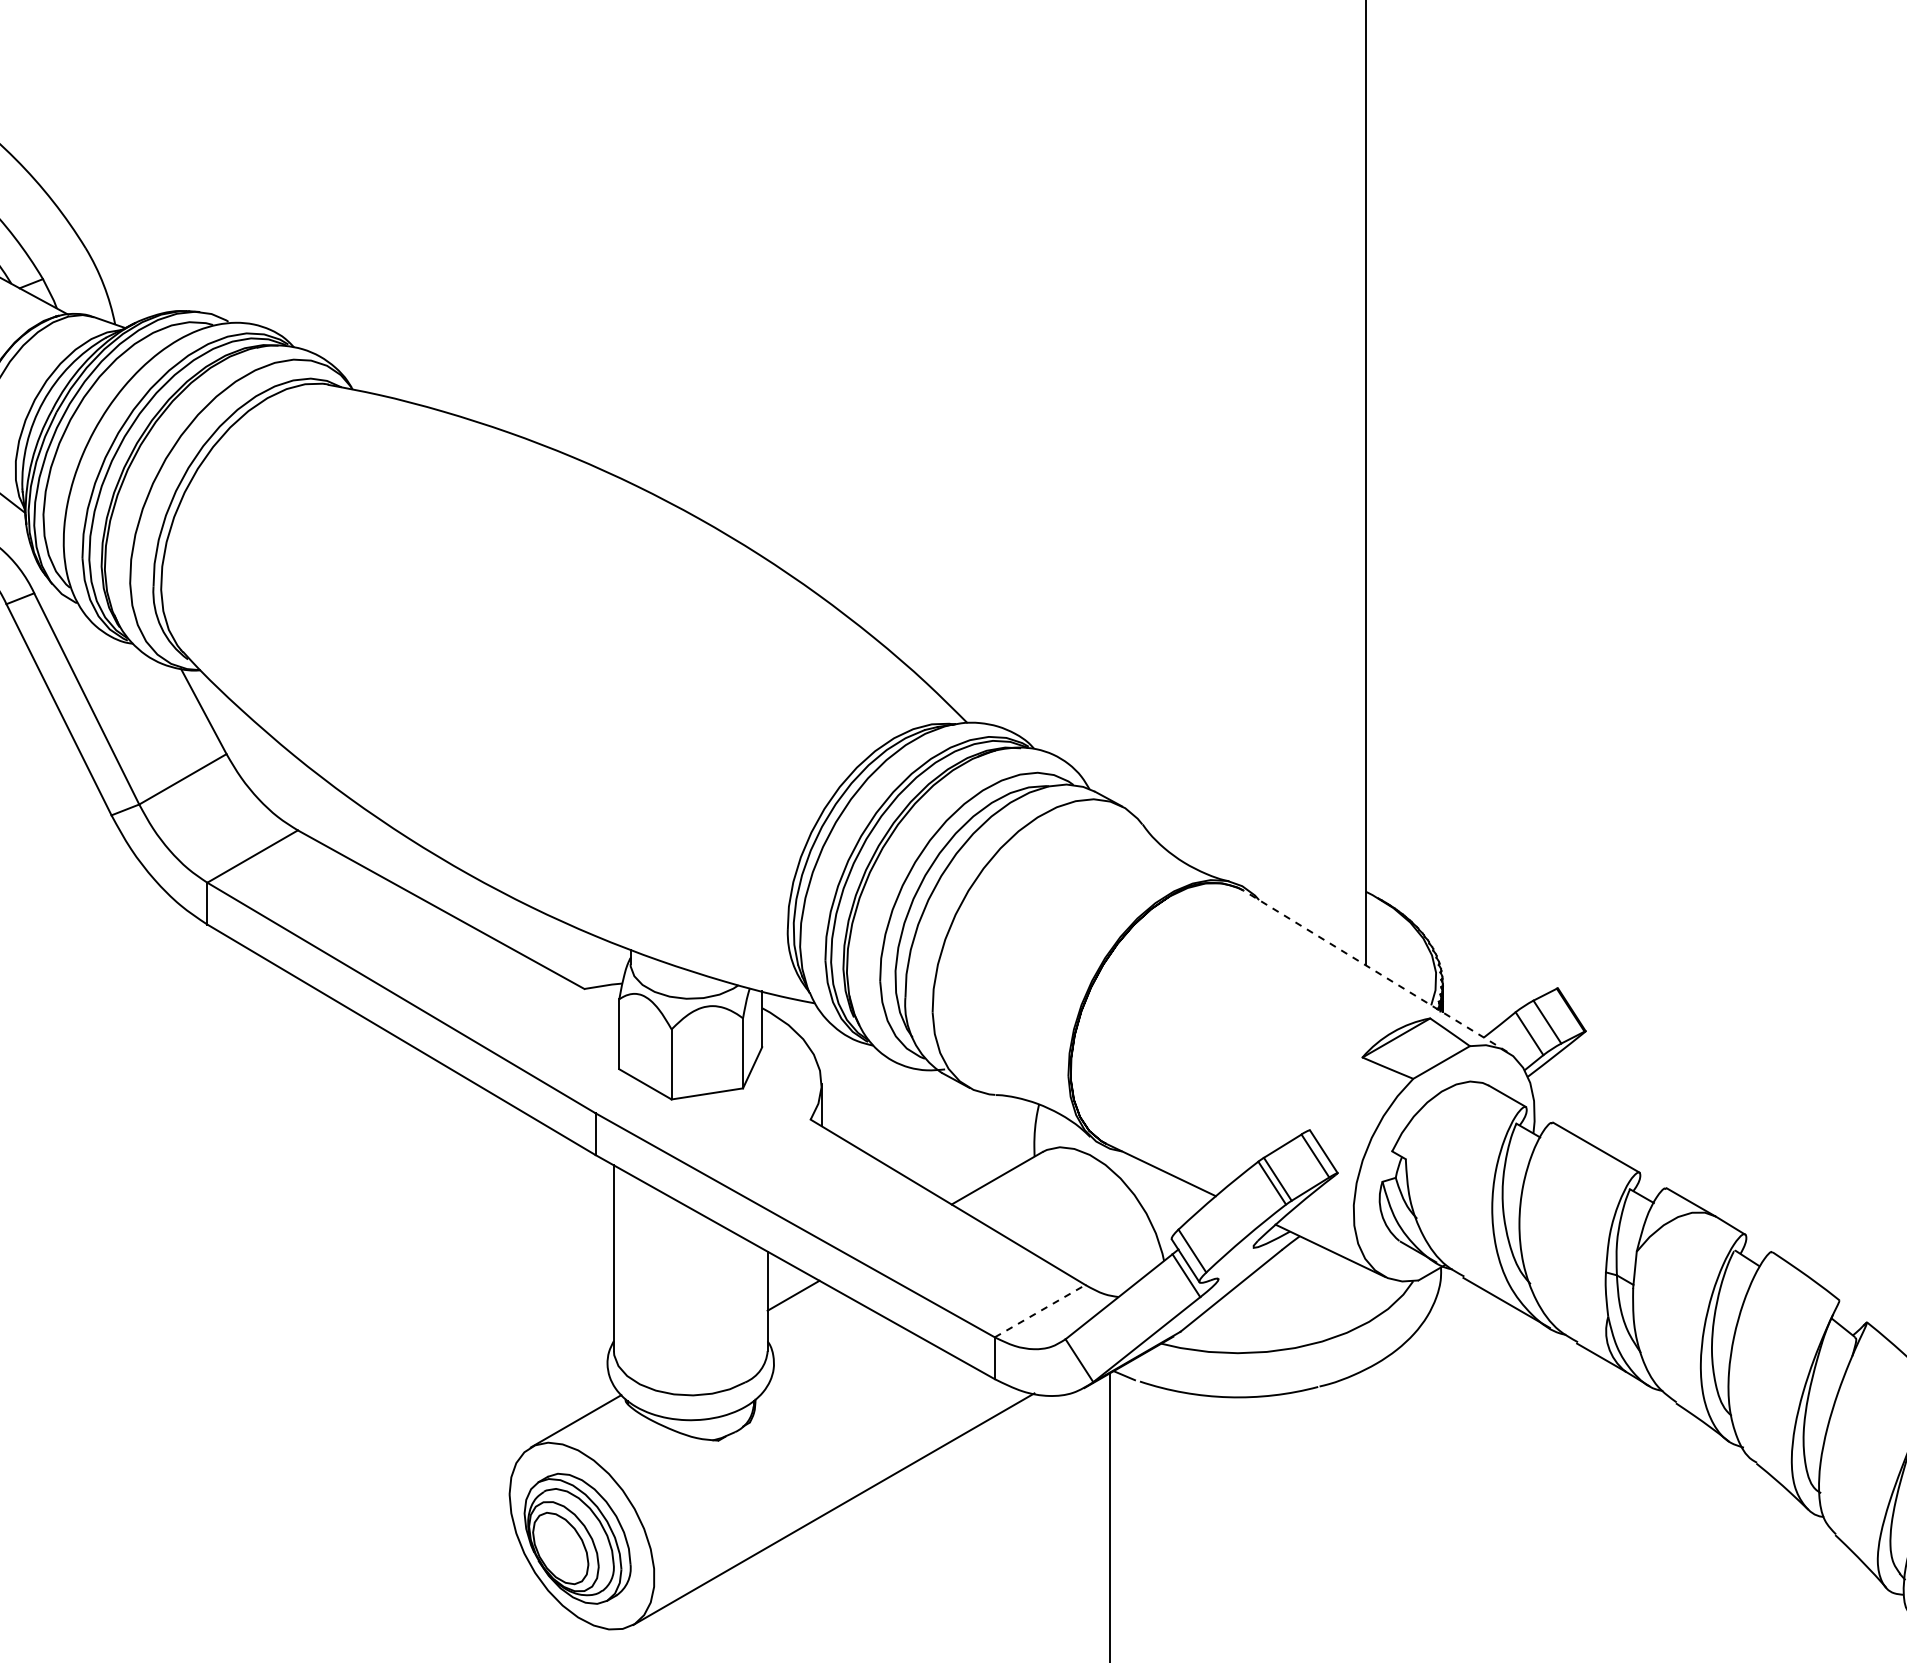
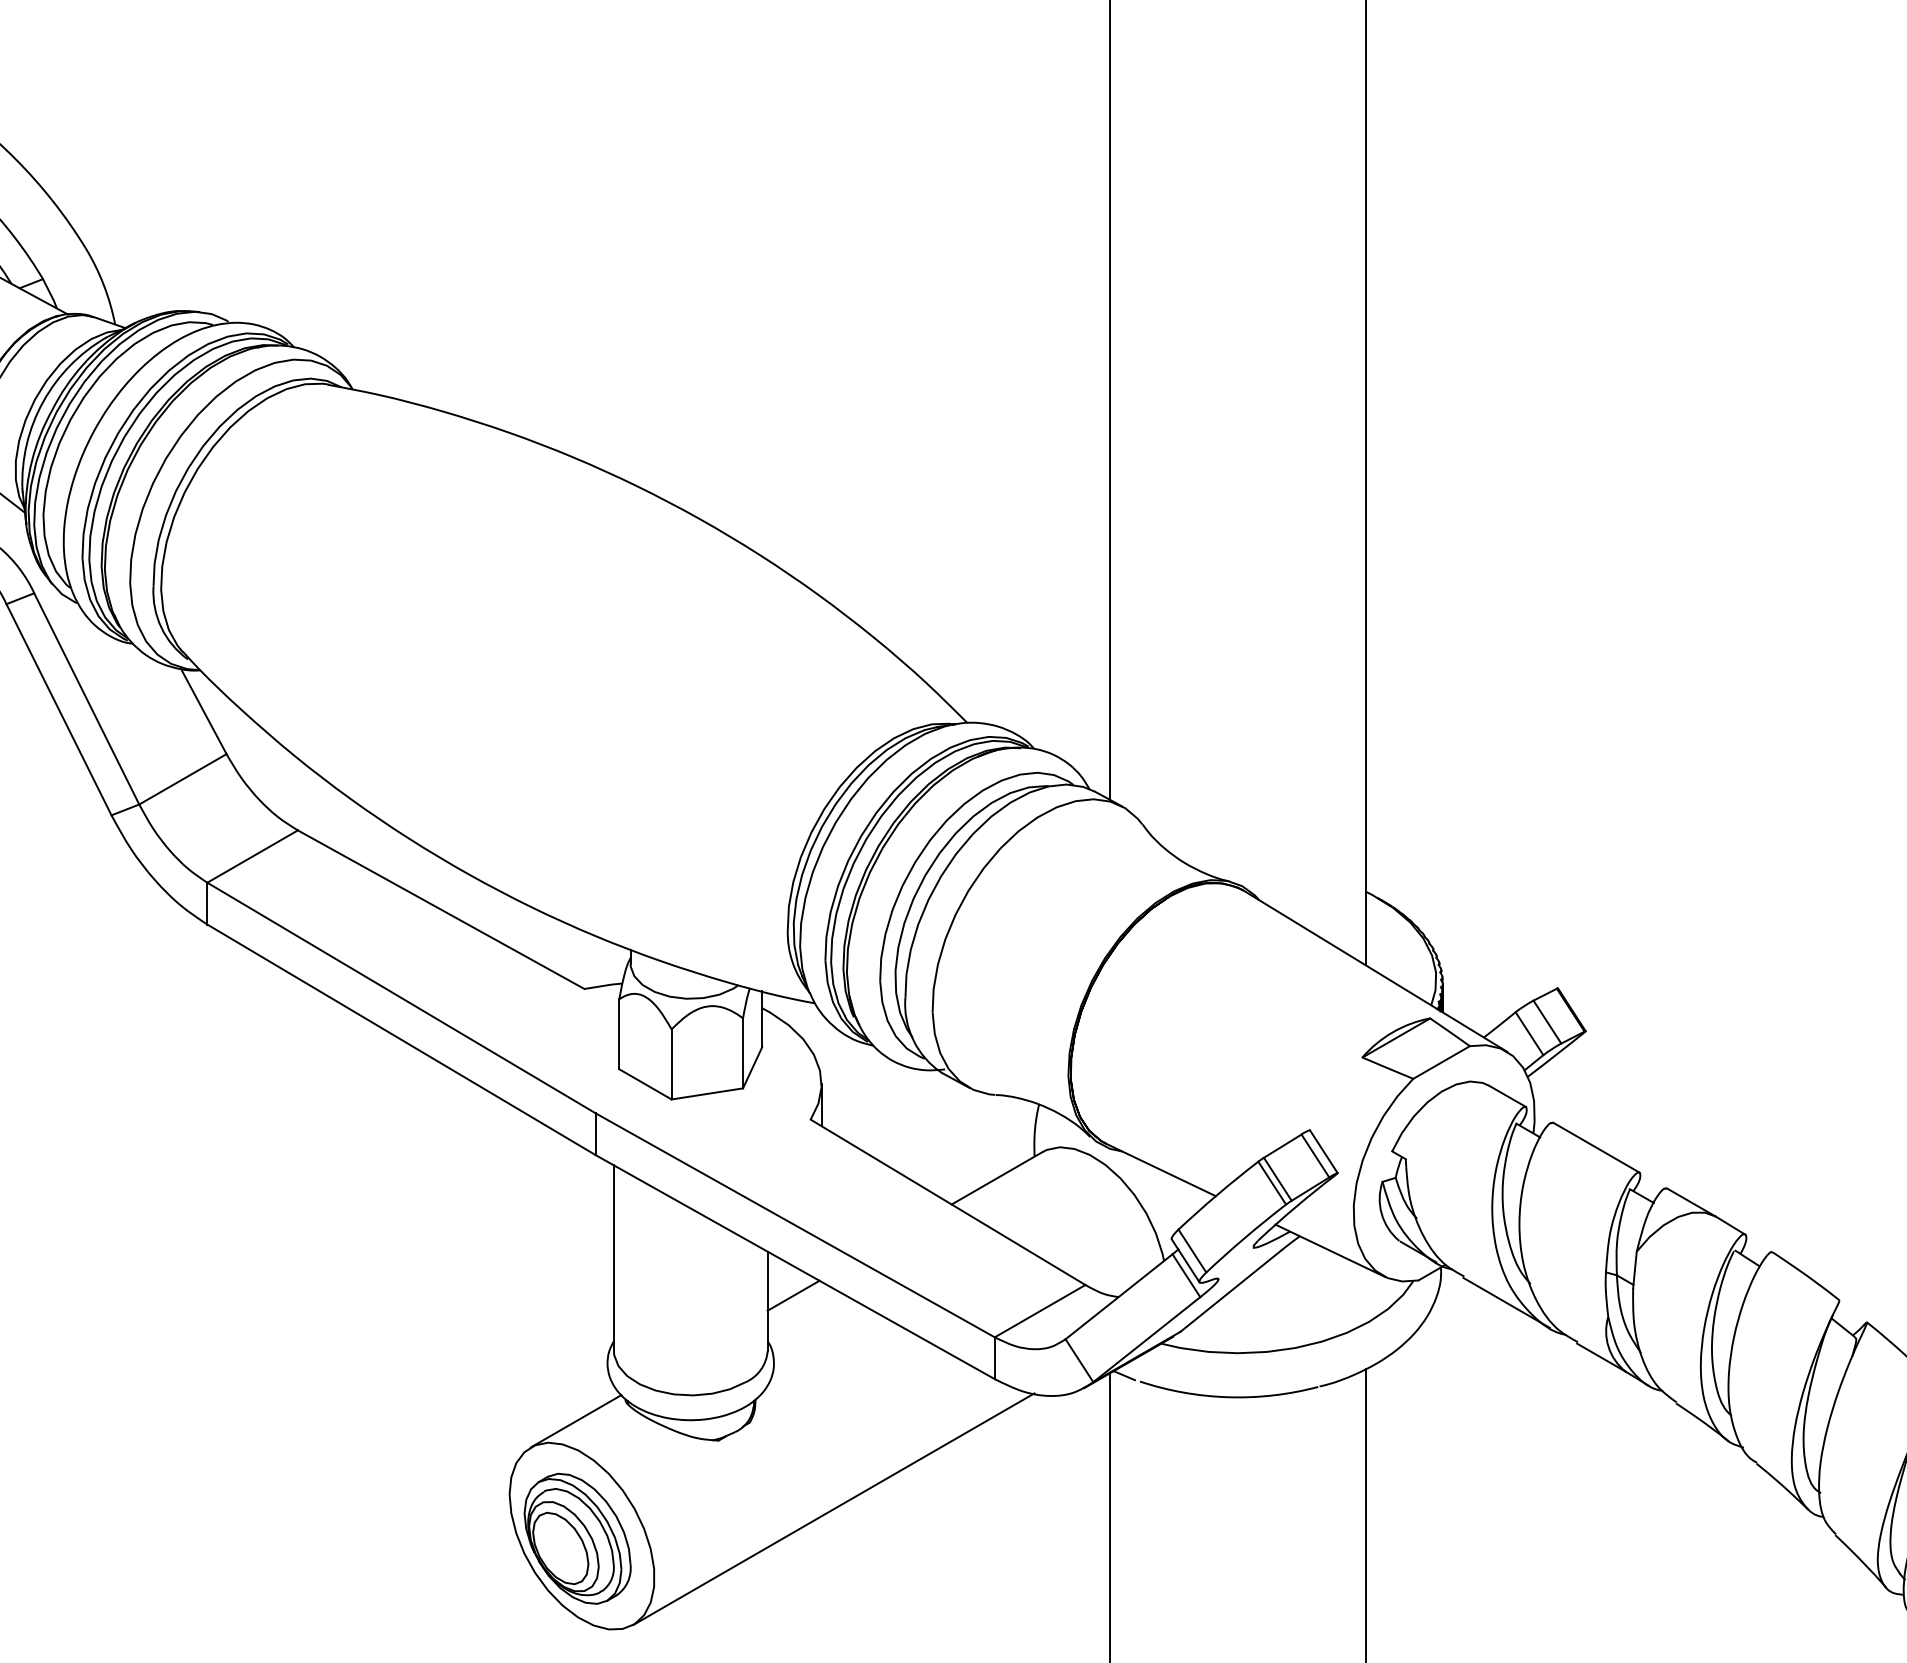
line at (1109, 400): none -> present
line at (1375, 971): dashed -> solid
line at (1040, 1310): dashed -> solid
line at (1365, 1513): none -> present
